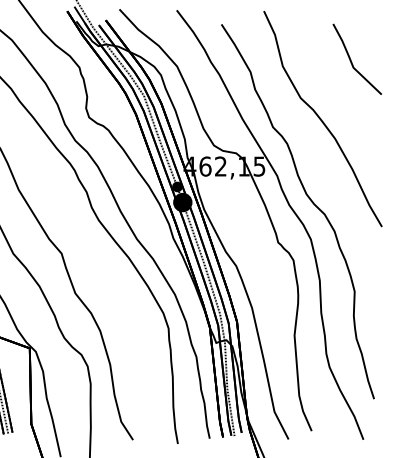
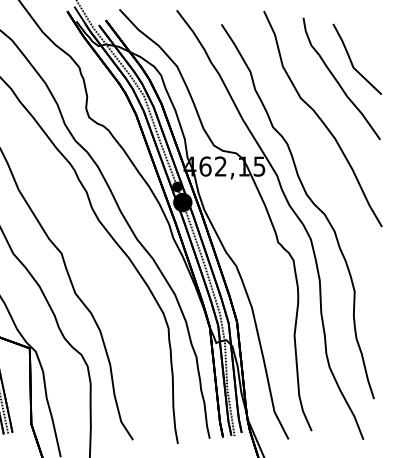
curve at (338, 81): none -> present
